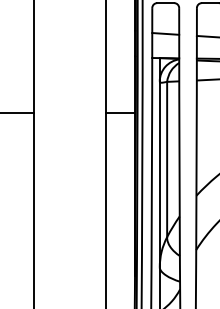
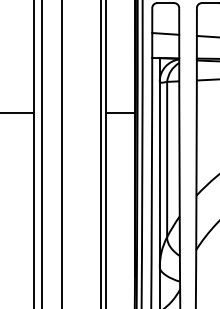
line at (41, 153): none -> present
line at (61, 153): none -> present
line at (101, 153): none -> present
